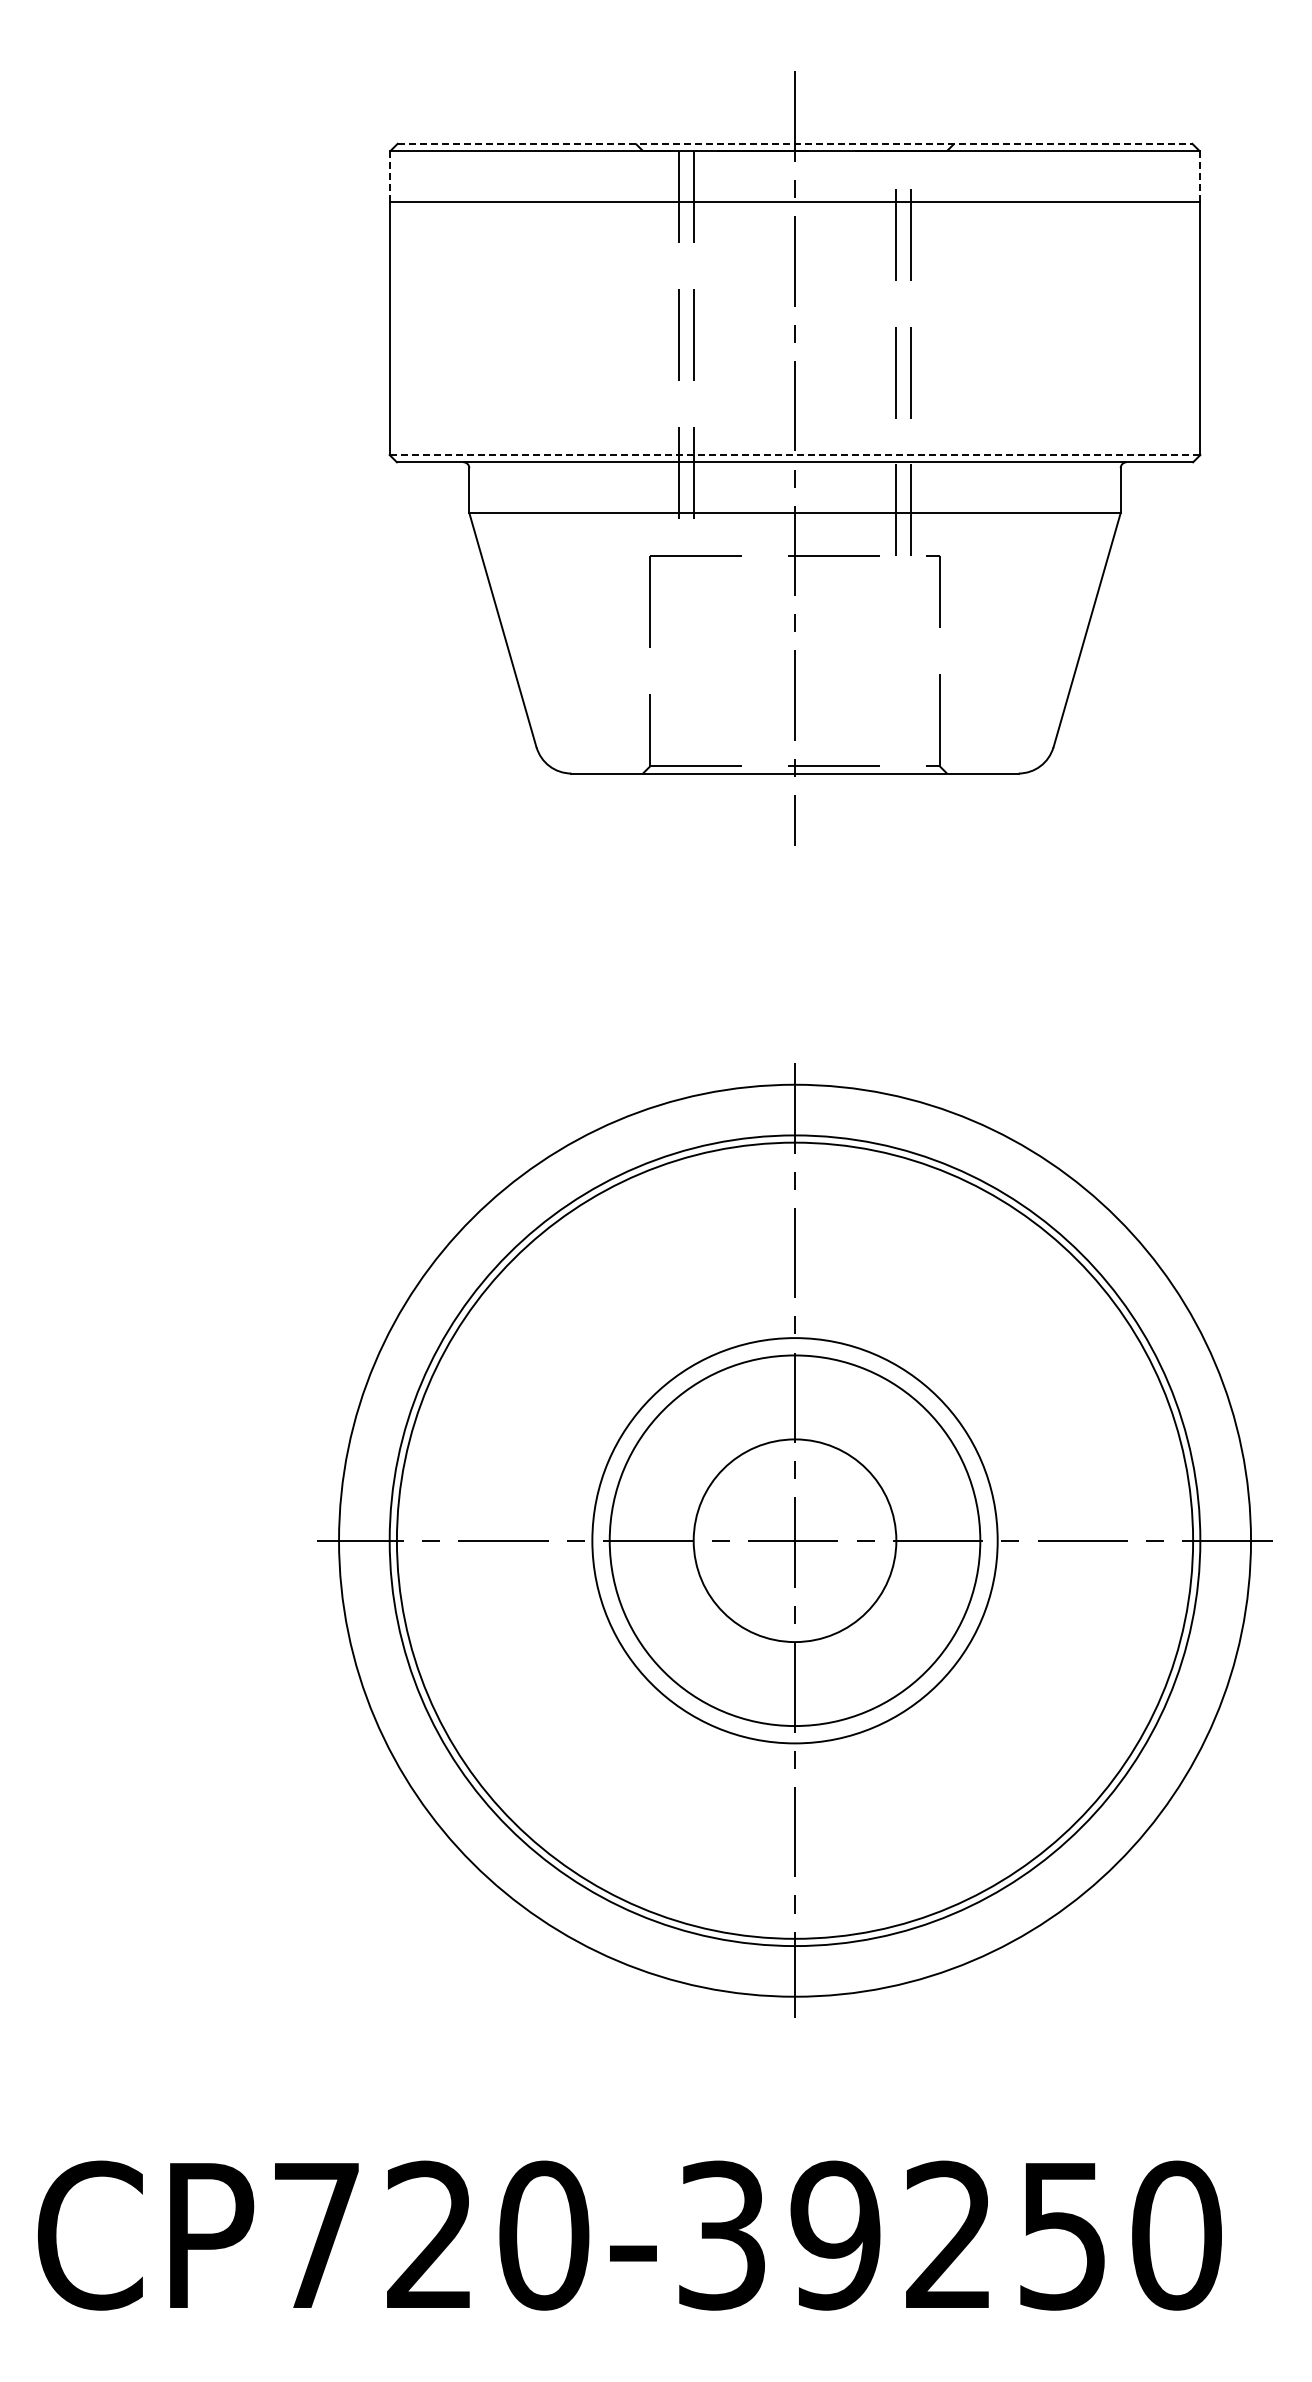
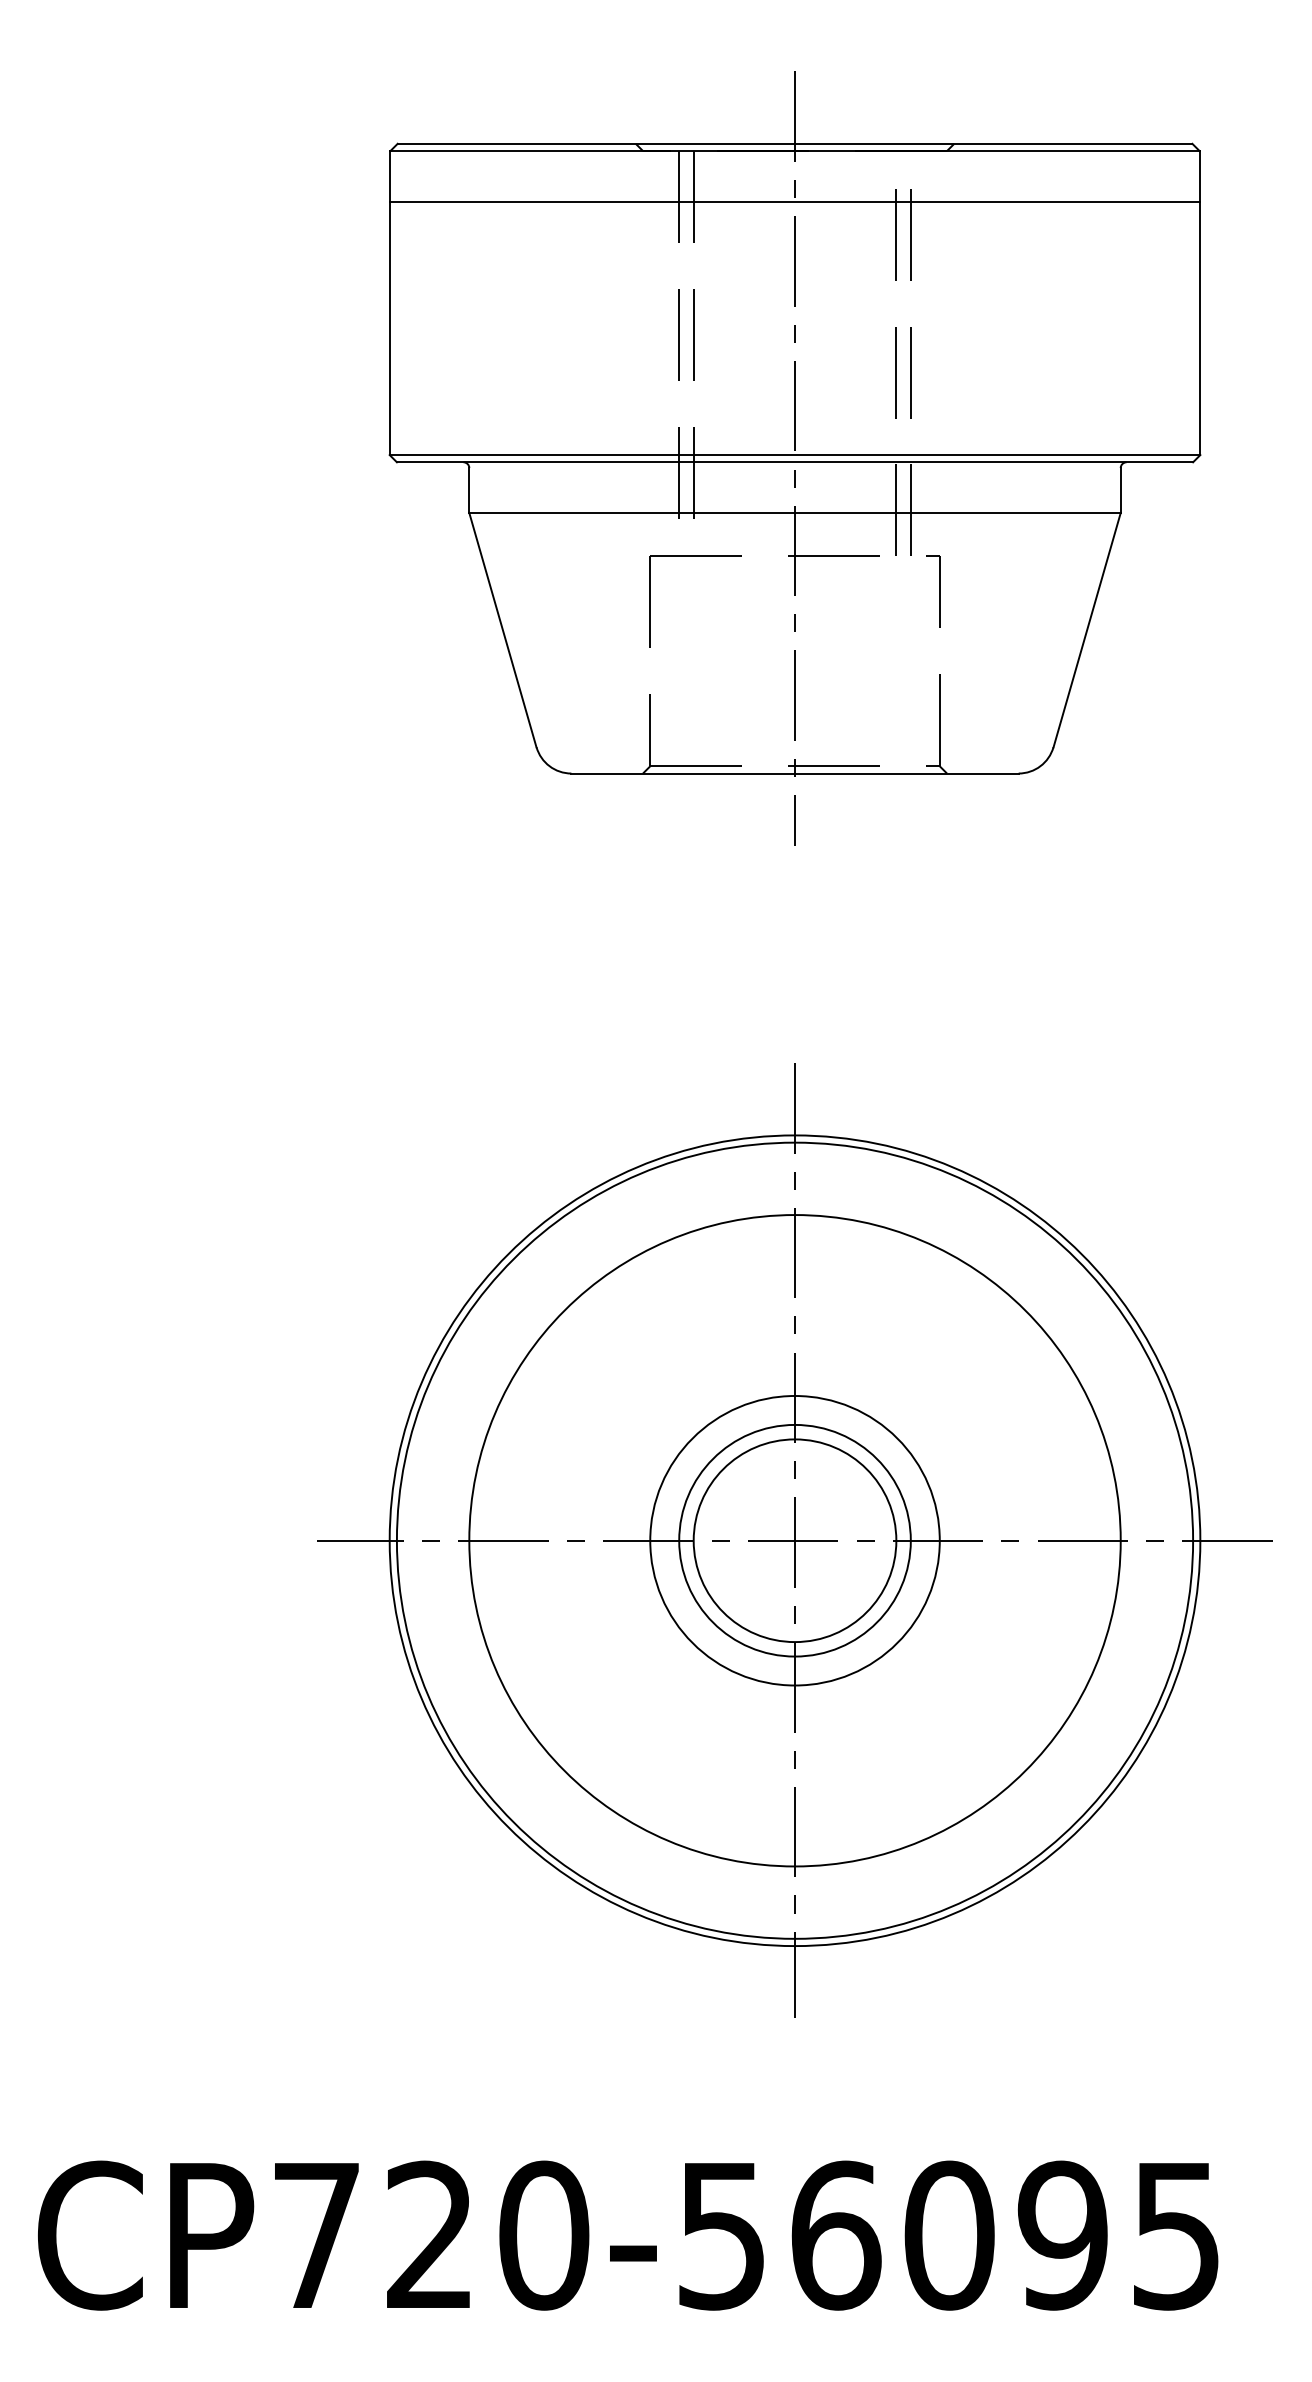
line at (795, 143): dashed -> solid
line at (1199, 175): dashed -> solid
line at (390, 176): dashed -> solid
line at (795, 455): dashed -> solid
circle at (794, 1540) diameter: 371 px -> 232 px
circle at (794, 1540) diameter: 405 px -> 290 px
circle at (795, 1540) diameter: 912 px -> 651 px
text at (950, 2235): CP720-39250 -> CP720-56095
